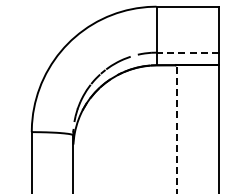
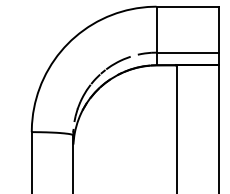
line at (187, 52): dashed -> solid
line at (177, 129): dashed -> solid
